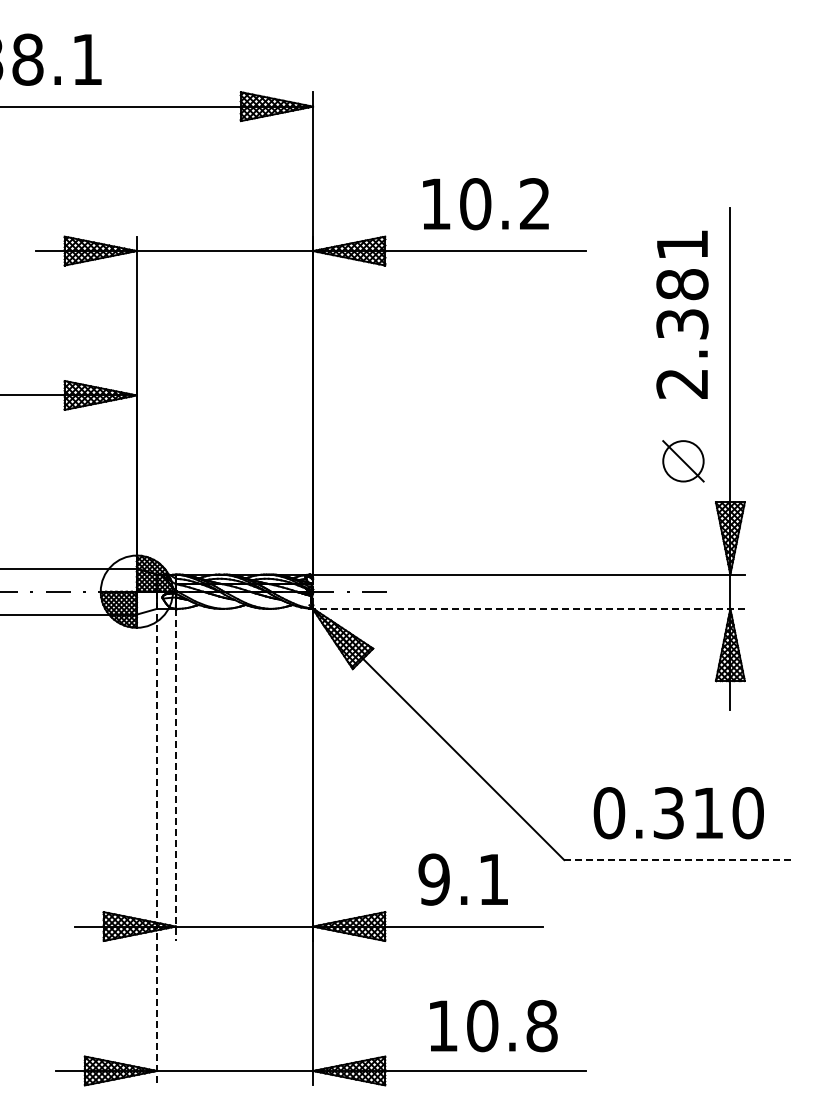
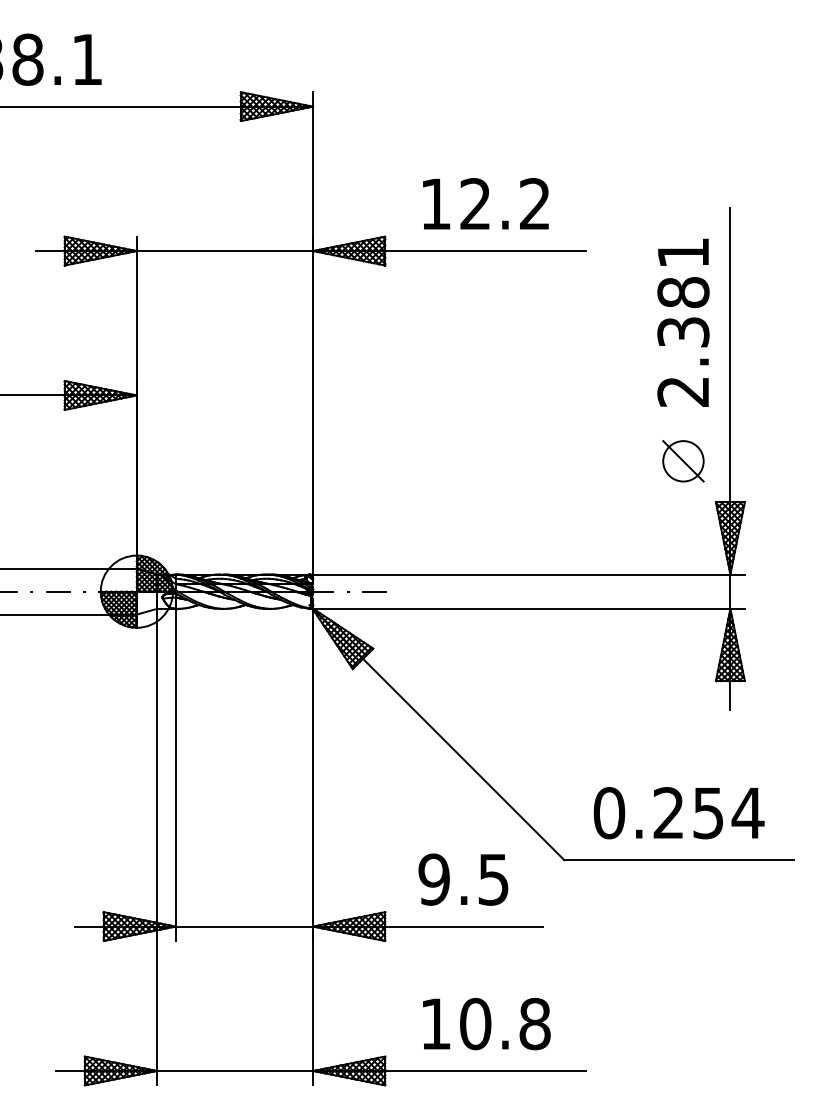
text at (475, 204): 10.2 -> 12.2
text at (682, 314) position: (682, 314) -> (683, 322)
line at (527, 608): dashed -> solid
line at (175, 775): dashed -> solid
text at (708, 813): 0.310 -> 0.254
line at (157, 838): dashed -> solid
line at (678, 860): dashed -> solid
text at (493, 879): 9.1 -> 9.5
text at (493, 1026) position: (493, 1026) -> (486, 1024)
